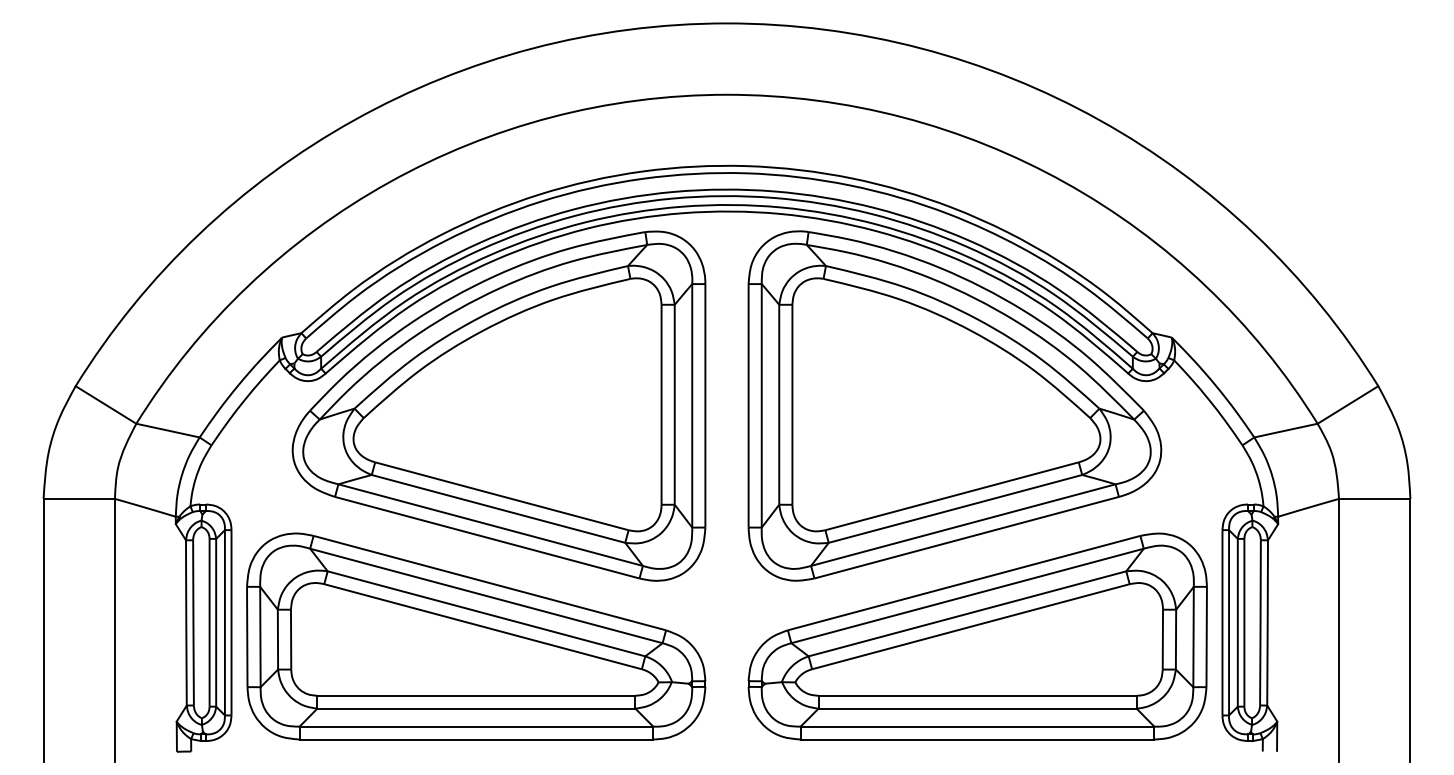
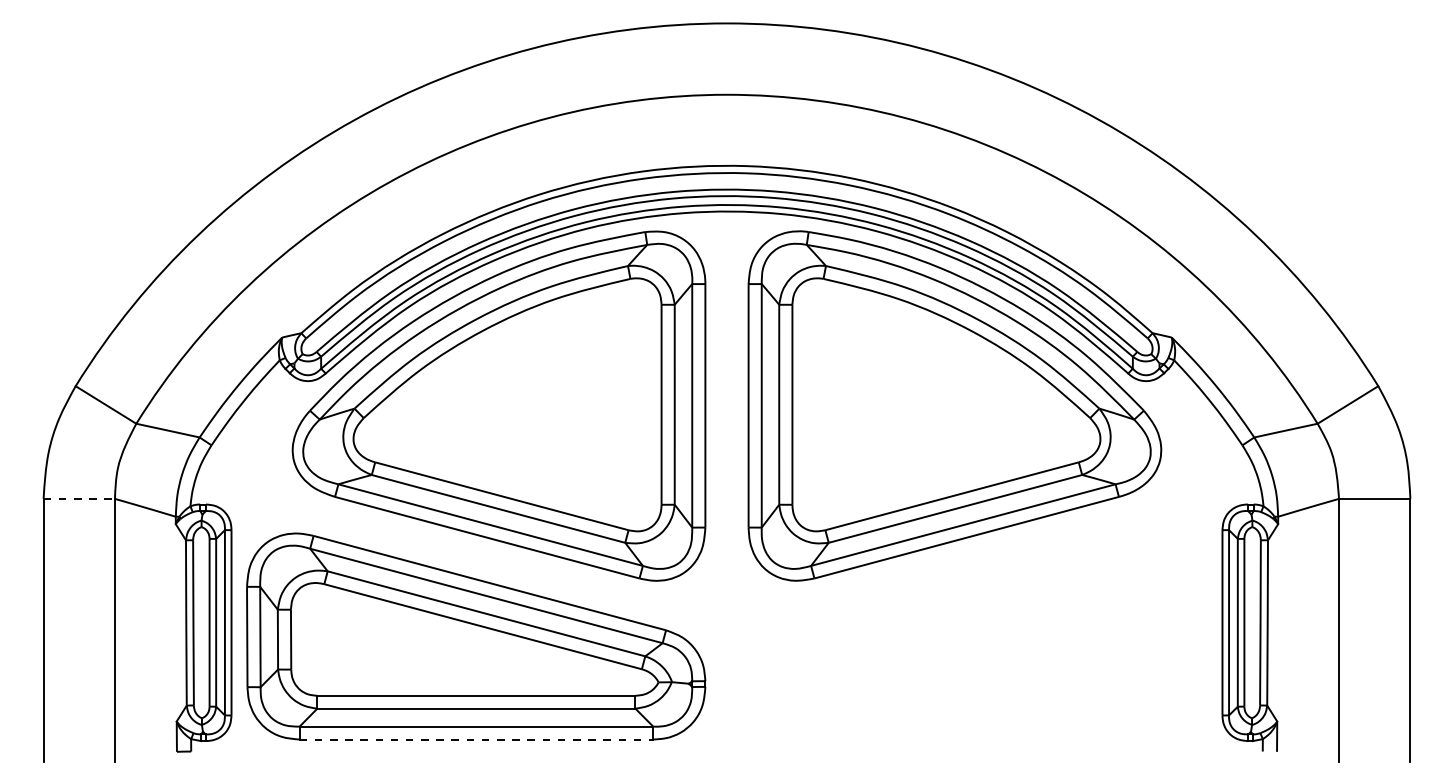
line at (79, 498): solid -> dashed
part at (977, 636): present -> none
line at (476, 739): solid -> dashed
